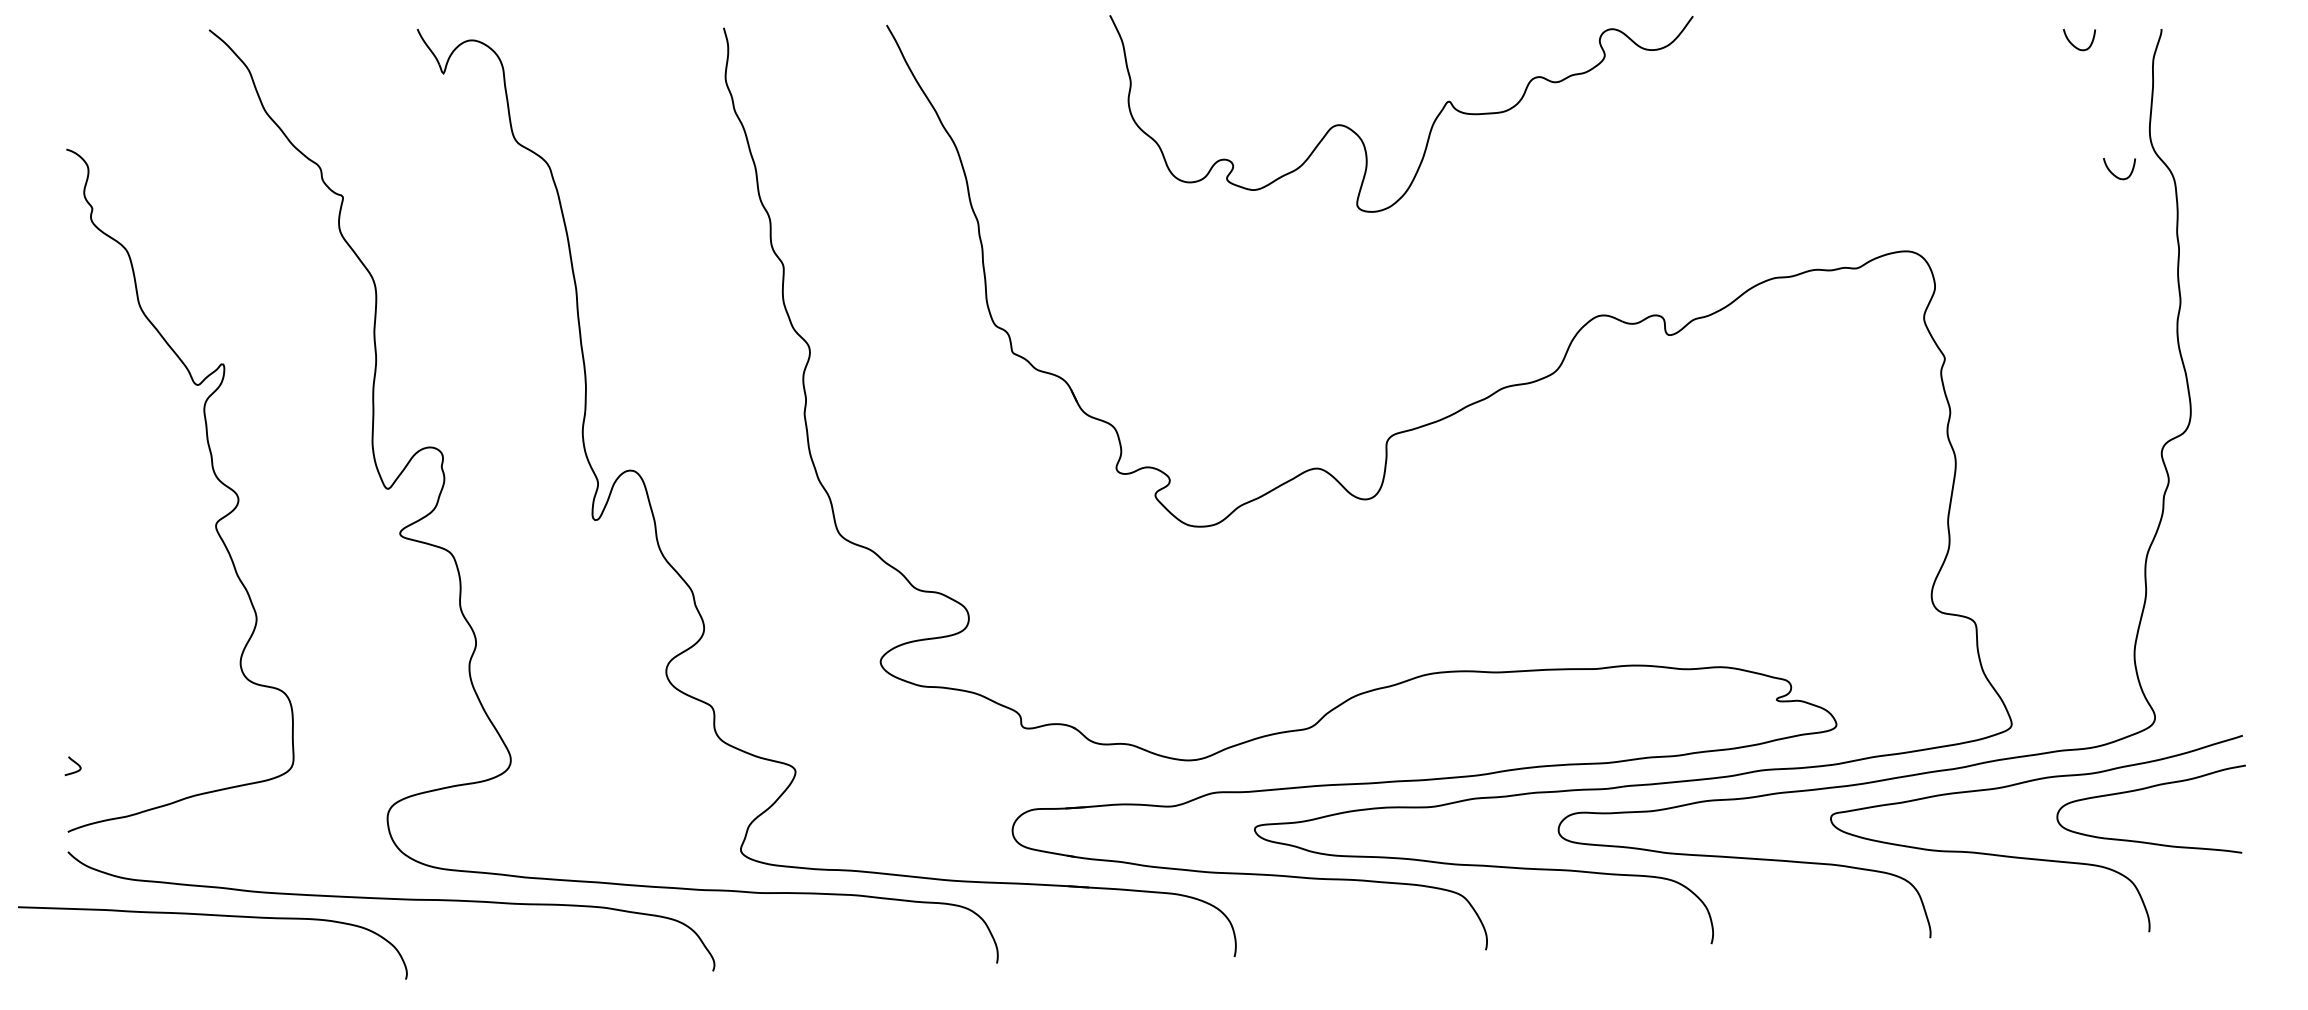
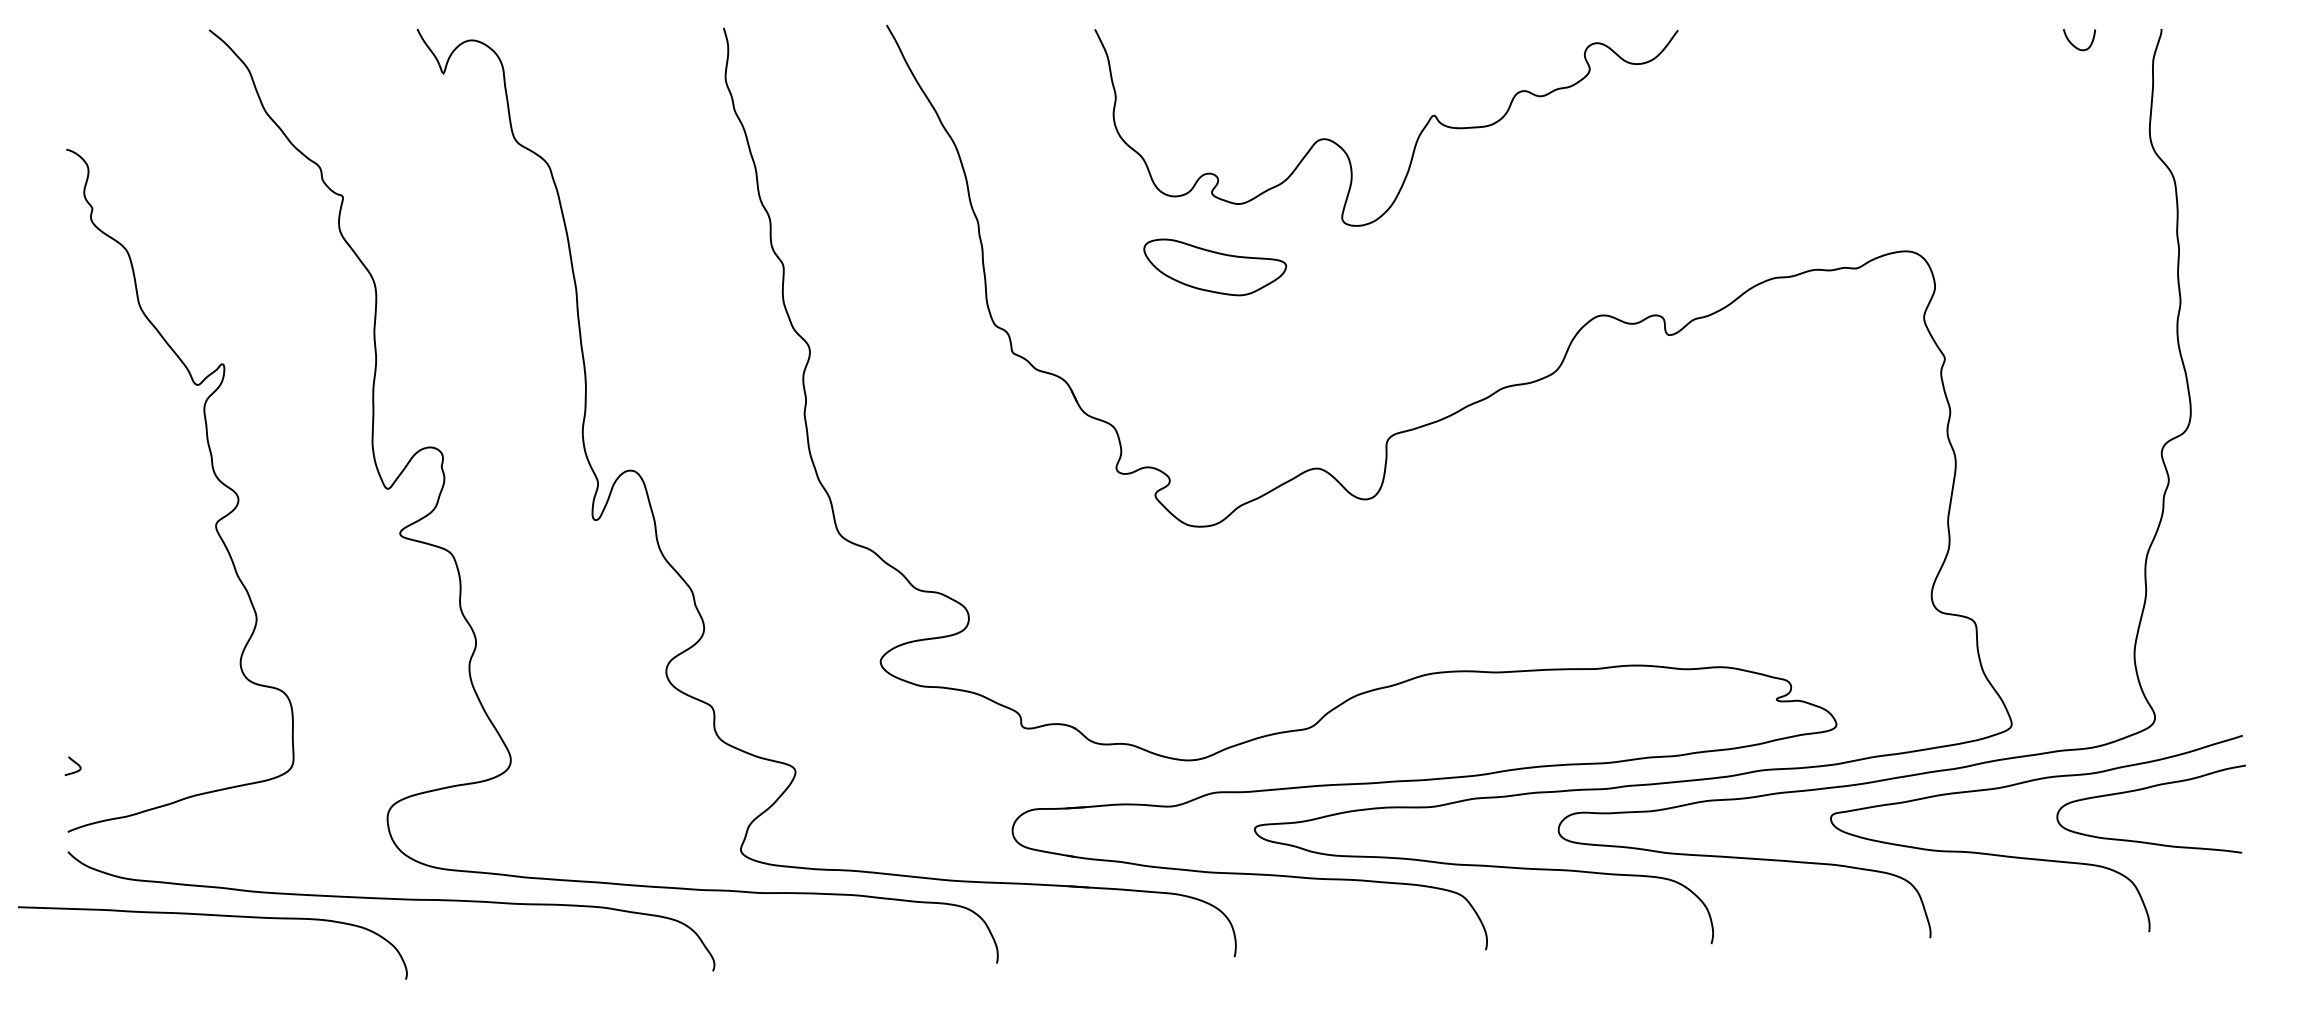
curve at (1431, 125) position: (1431, 125) -> (1416, 139)
curve at (2116, 175): present -> none
part at (1215, 267): none -> present
